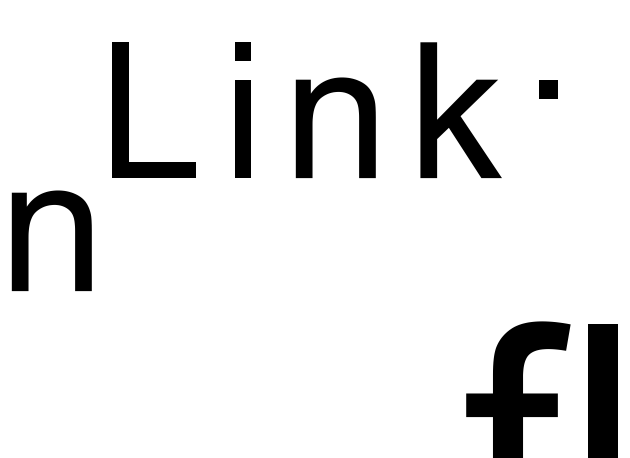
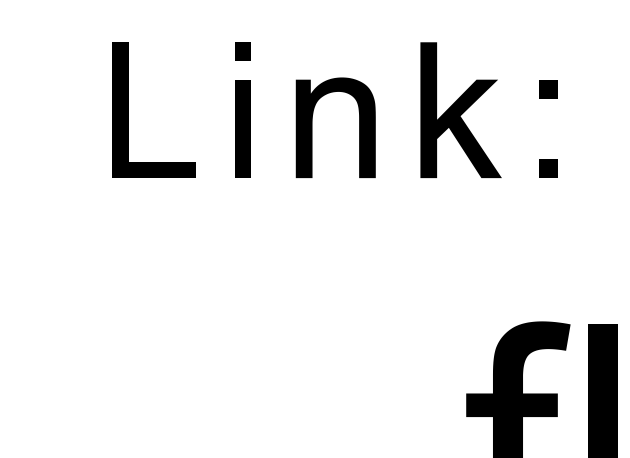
fill at (547, 168): none -> present
part at (28, 240): present -> none
